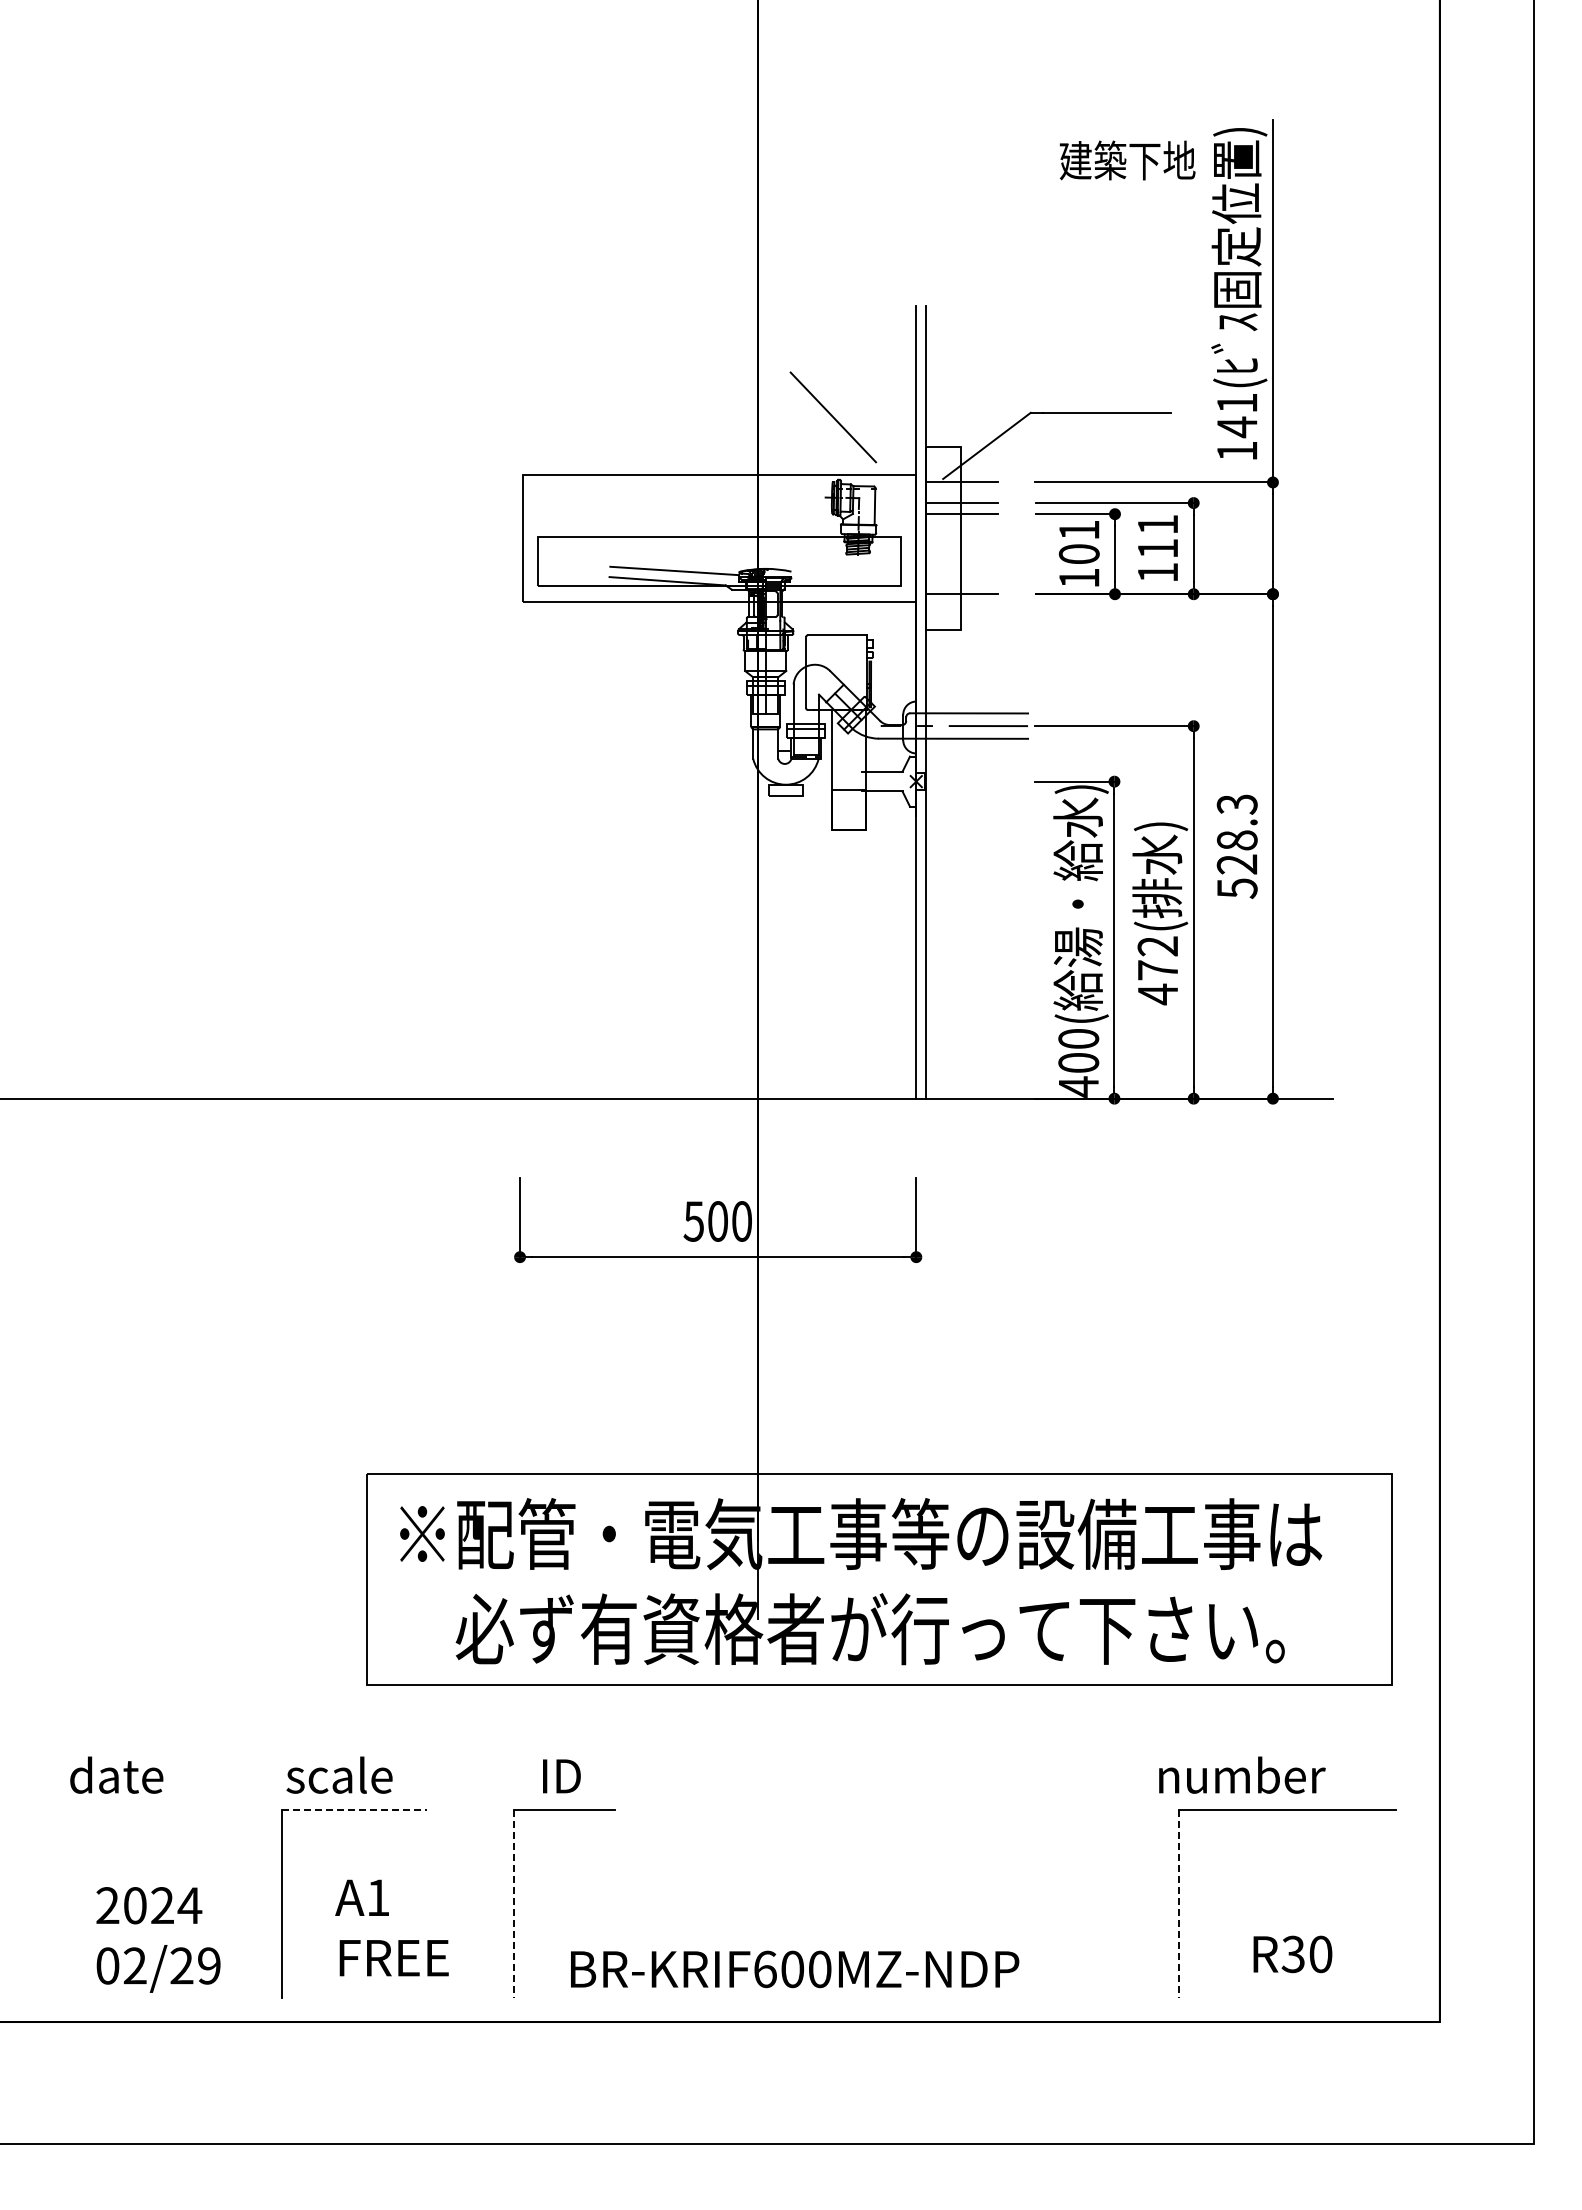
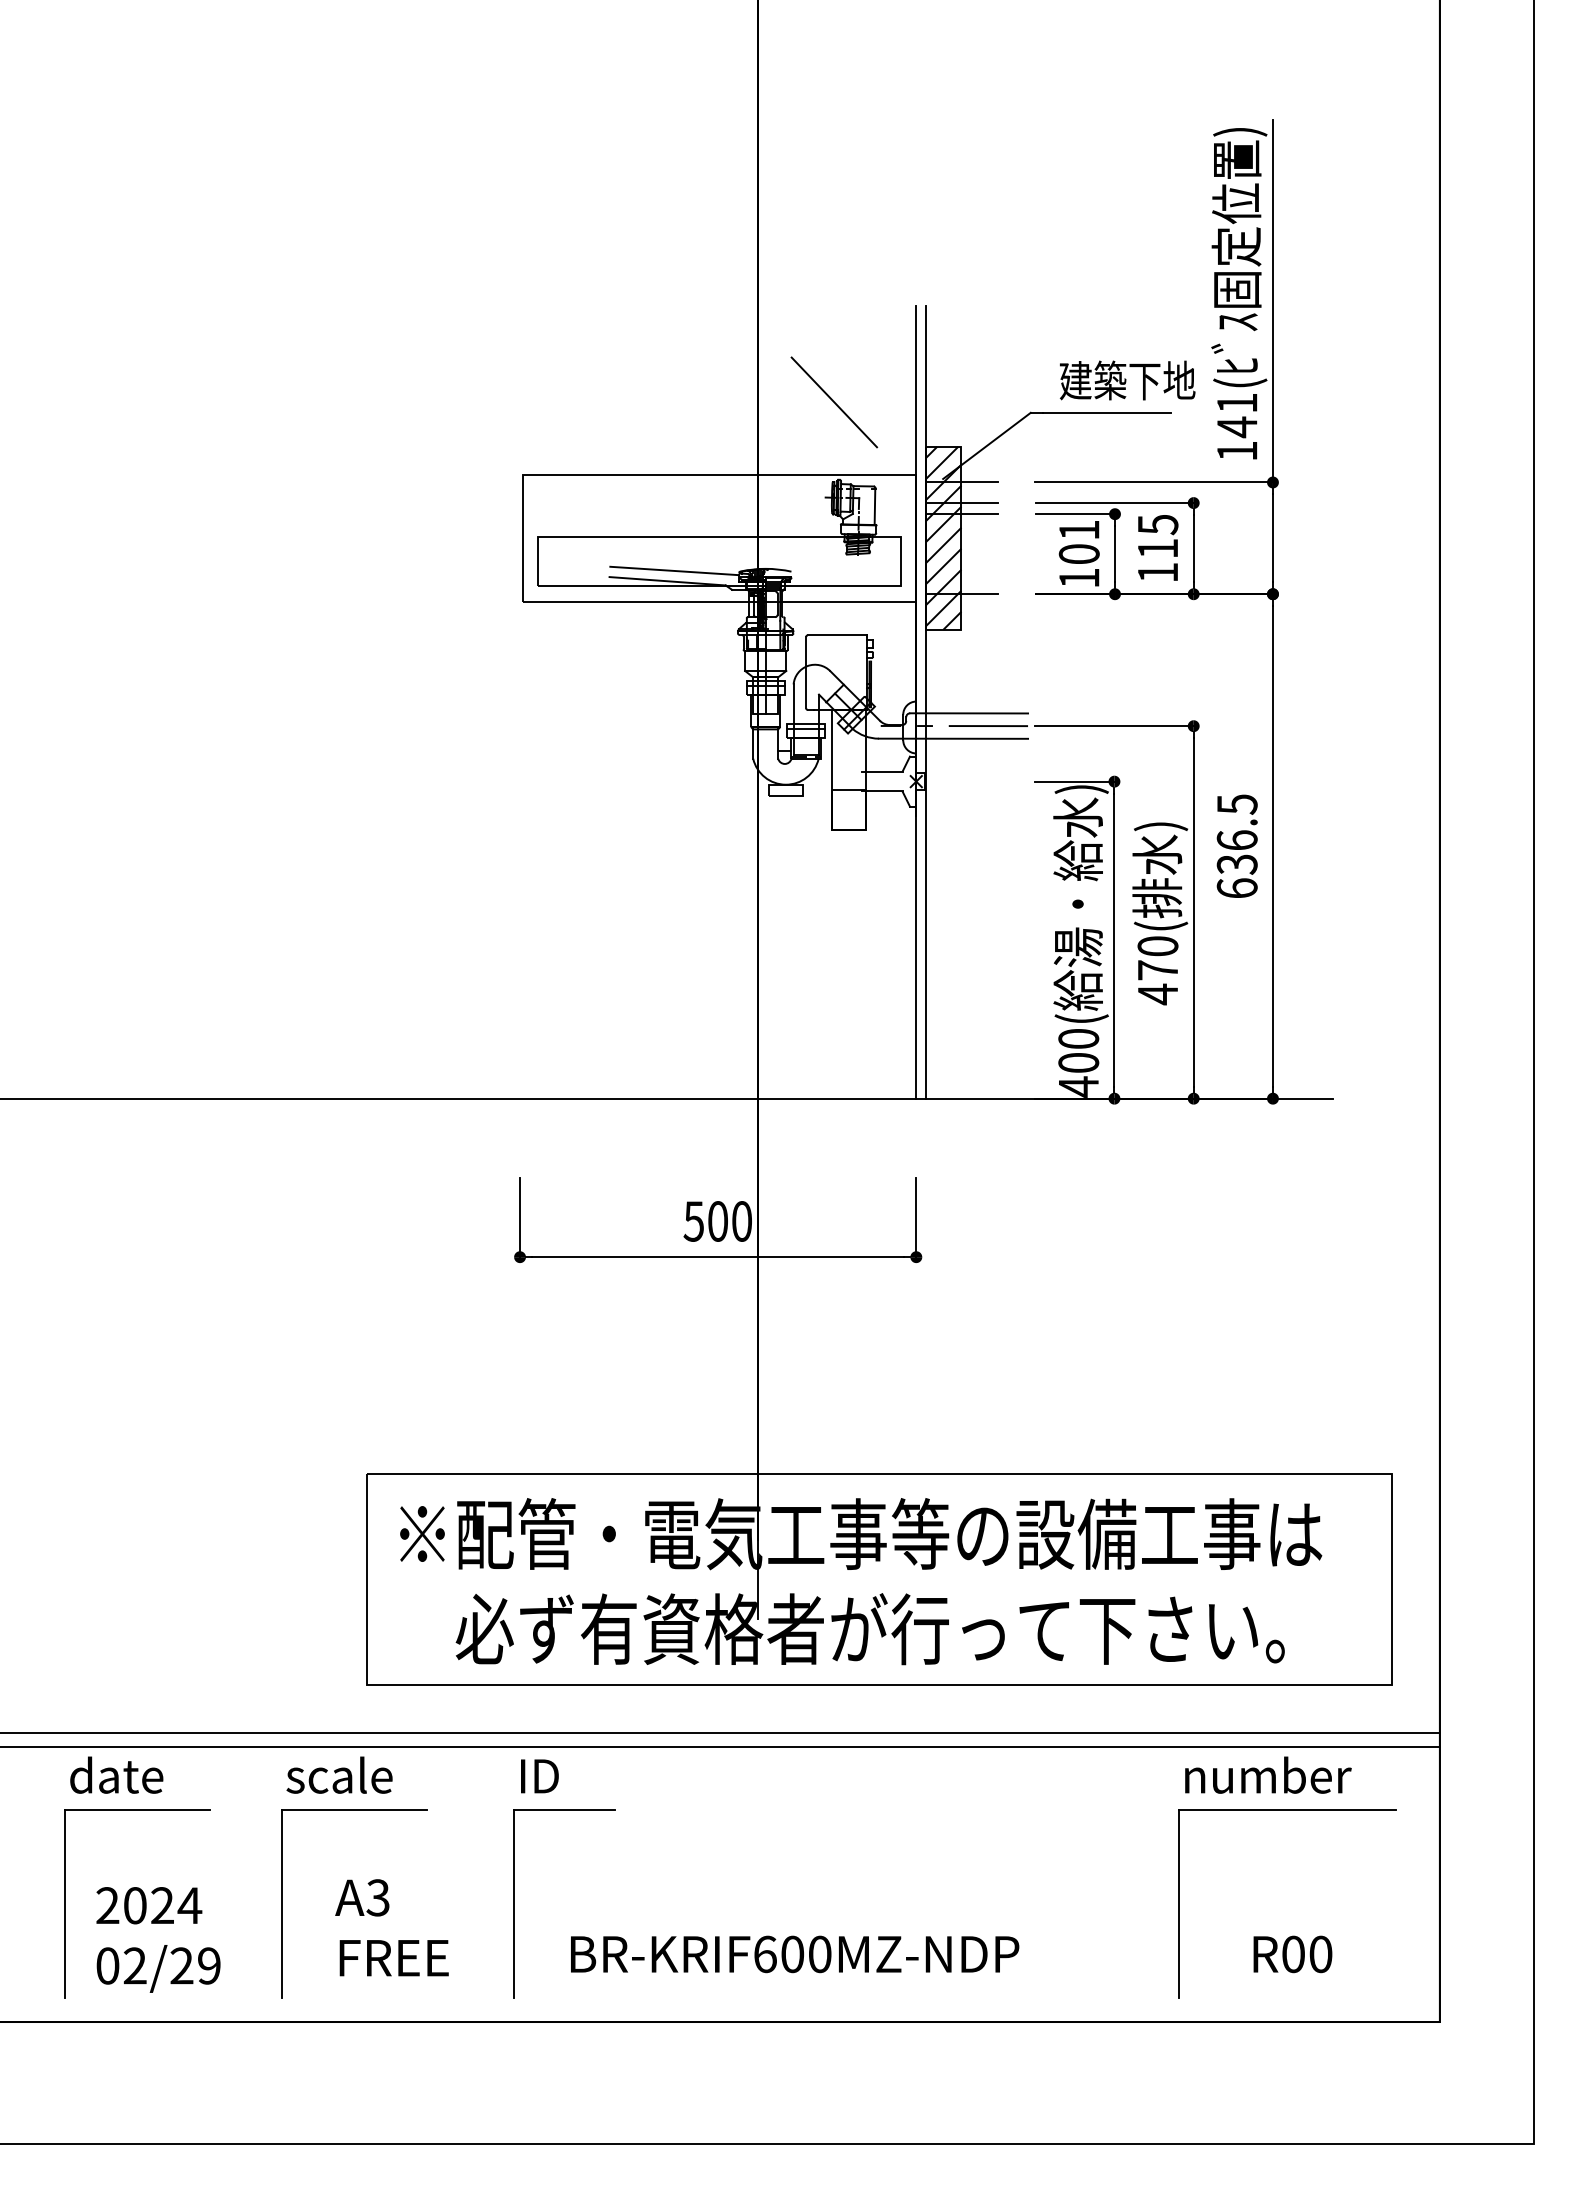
text at (1127, 160) position: (1127, 160) -> (1127, 380)
line at (833, 417) position: (833, 417) -> (834, 402)
text at (1158, 525): 111 -> 115
hatch at (943, 537): none -> present
text at (1236, 846): 528.3 -> 636.5
text at (1157, 946): 472( -> 470(
line at (720, 1732): none -> present
line at (720, 1747): none -> present
text at (1242, 1774) position: (1242, 1774) -> (1268, 1774)
text at (561, 1776) position: (561, 1776) -> (539, 1776)
line at (355, 1809): dashed -> solid
text at (377, 1897): A1 -> A3
part at (65, 1903): none -> present
line at (513, 1904): dashed -> solid
line at (1179, 1904): dashed -> solid
text at (1292, 1954): R30 -> R00
text at (795, 1969) position: (795, 1969) -> (795, 1954)
